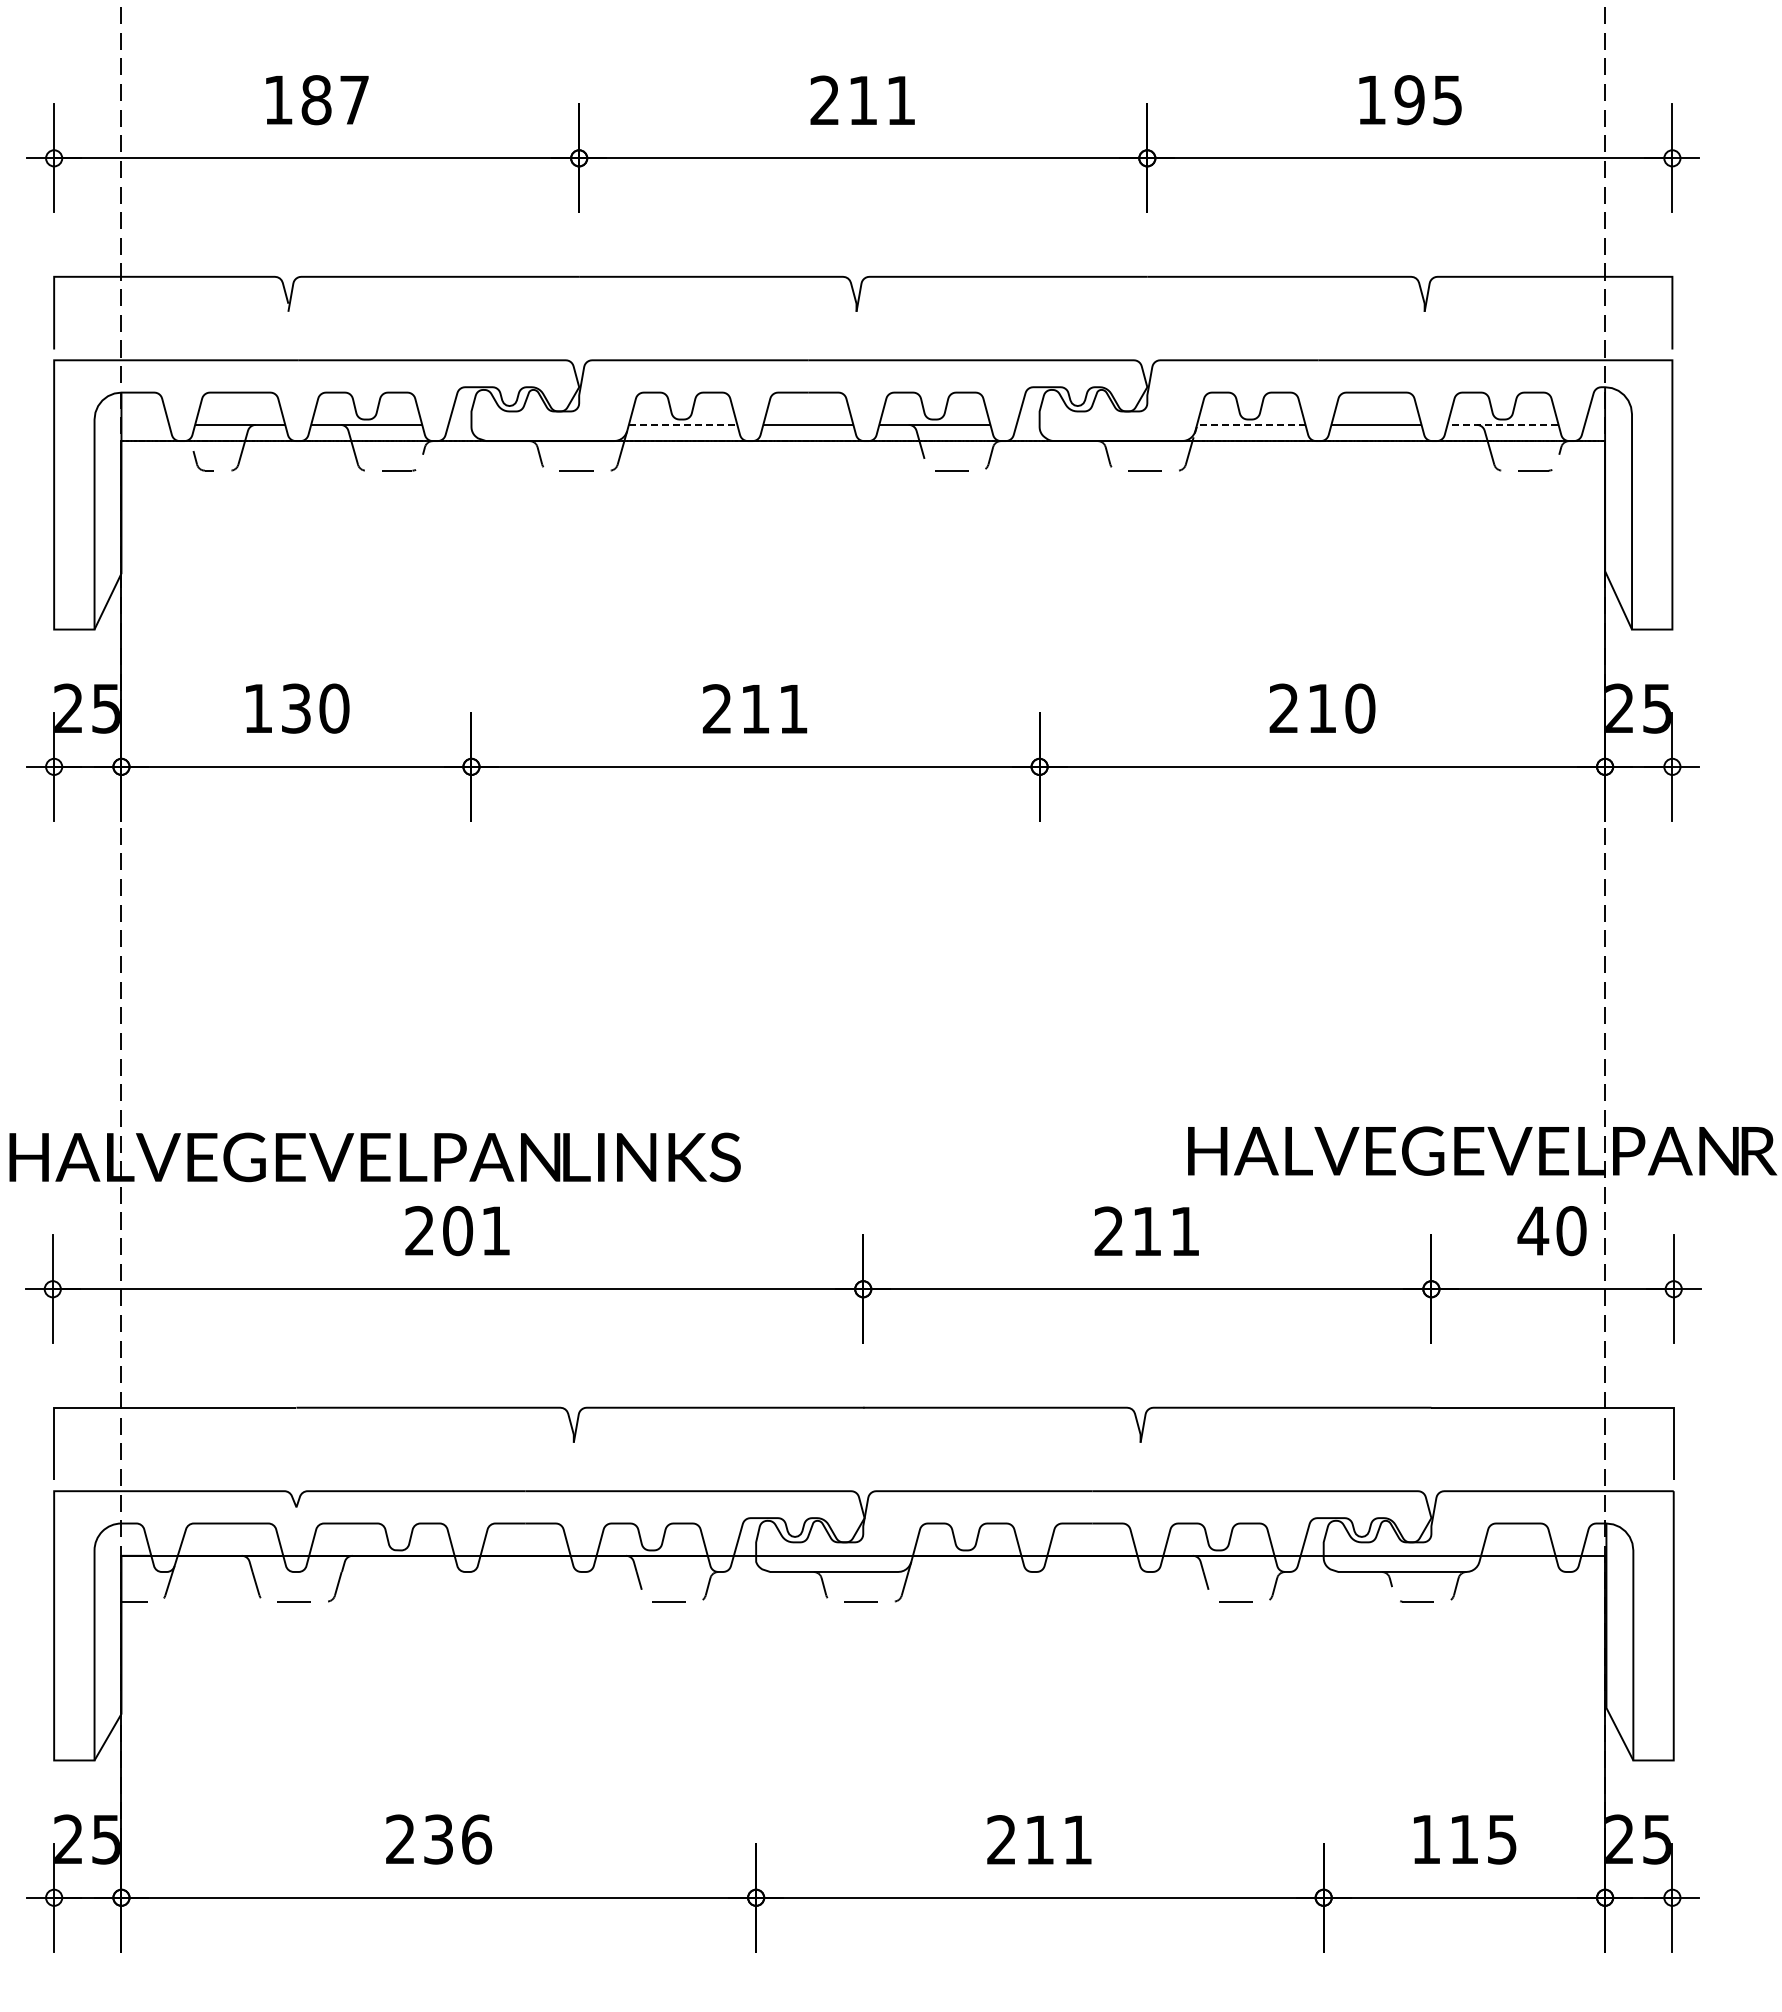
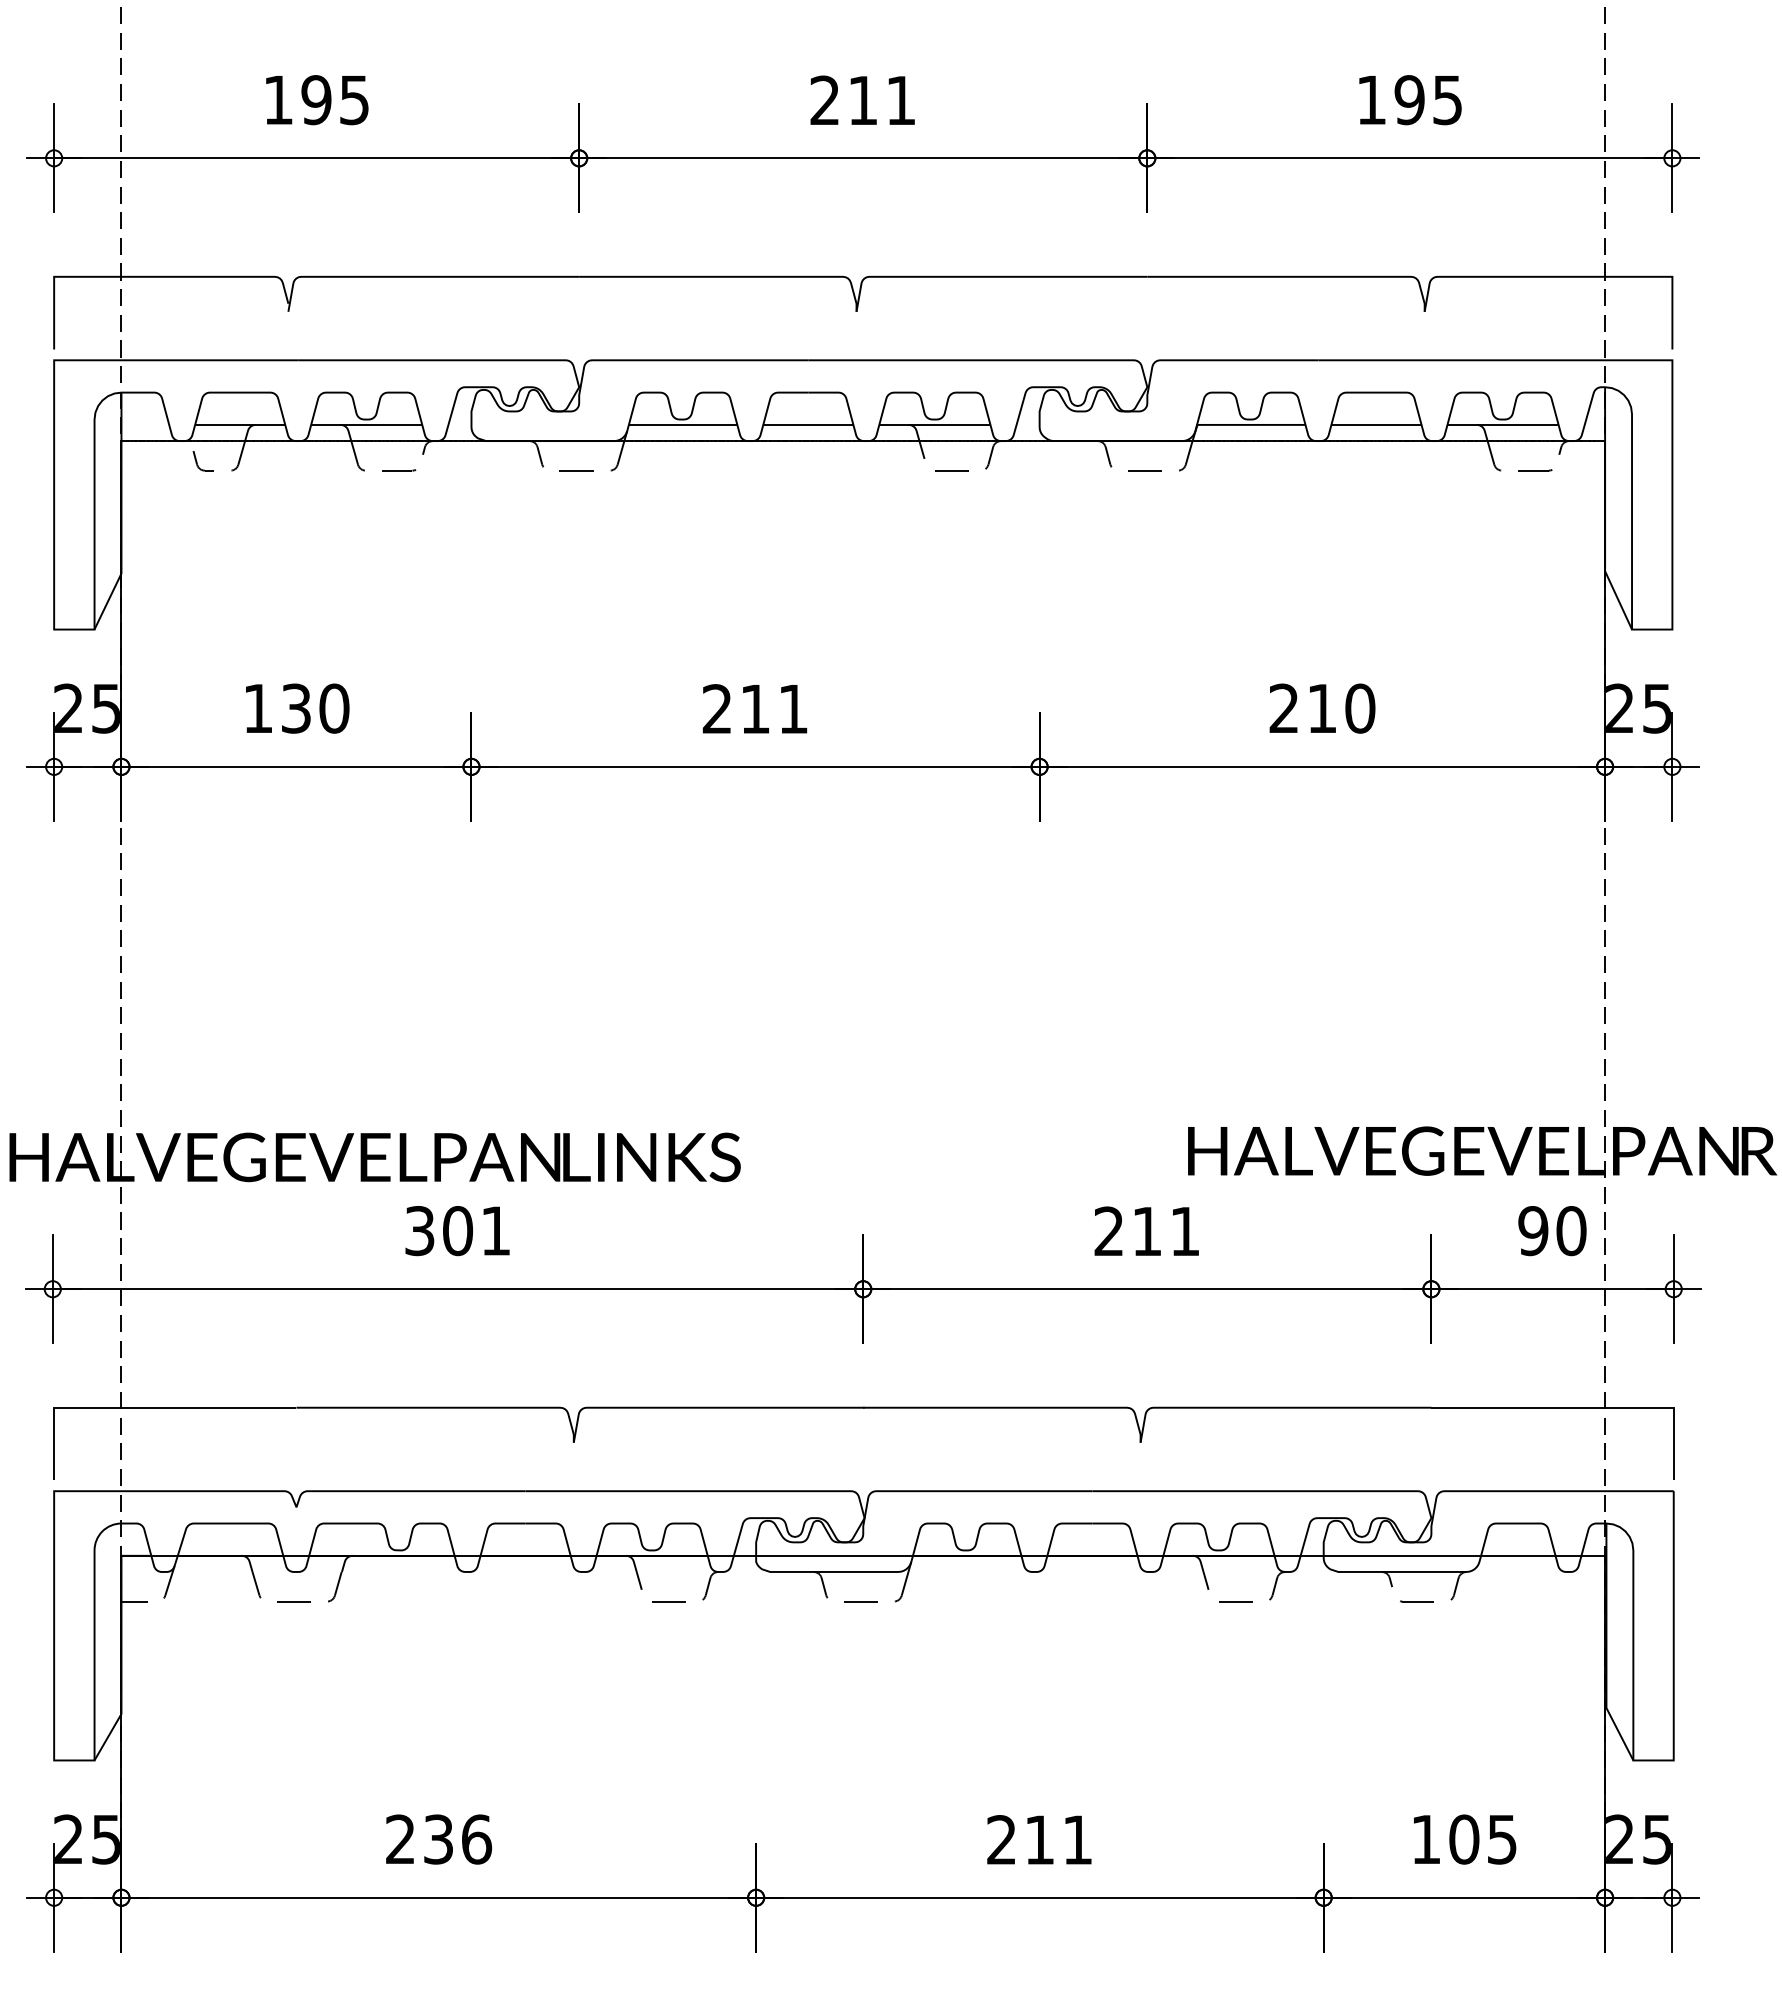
text at (334, 100): 187 -> 195
line at (683, 424): dashed -> solid
line at (1242, 424): dashed -> solid
line at (1502, 424): dashed -> solid
text at (419, 1231): 201 -> 301
text at (1533, 1231): 40 -> 90
text at (1464, 1839): 115 -> 105
